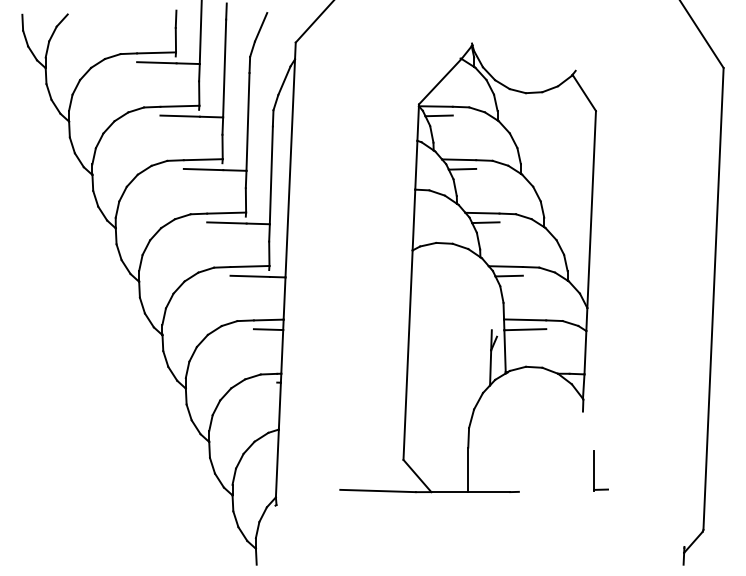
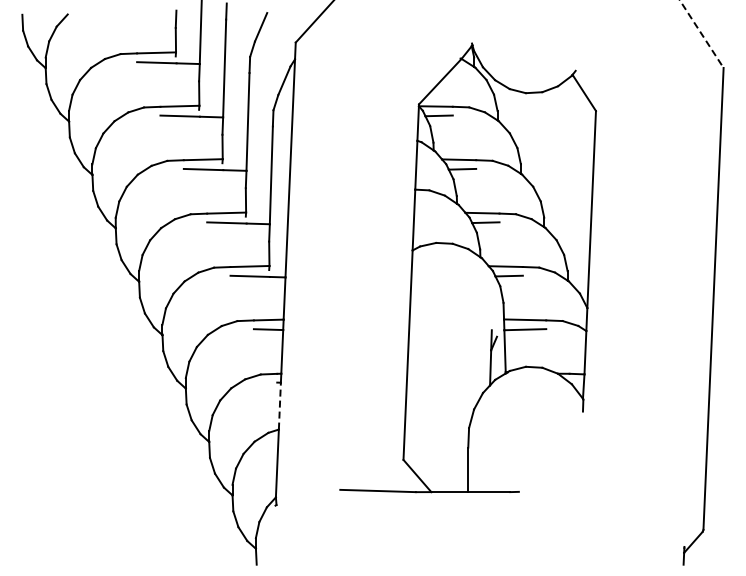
line at (701, 34): solid -> dashed
line at (279, 405): solid -> dashed
part at (600, 470): present -> none
